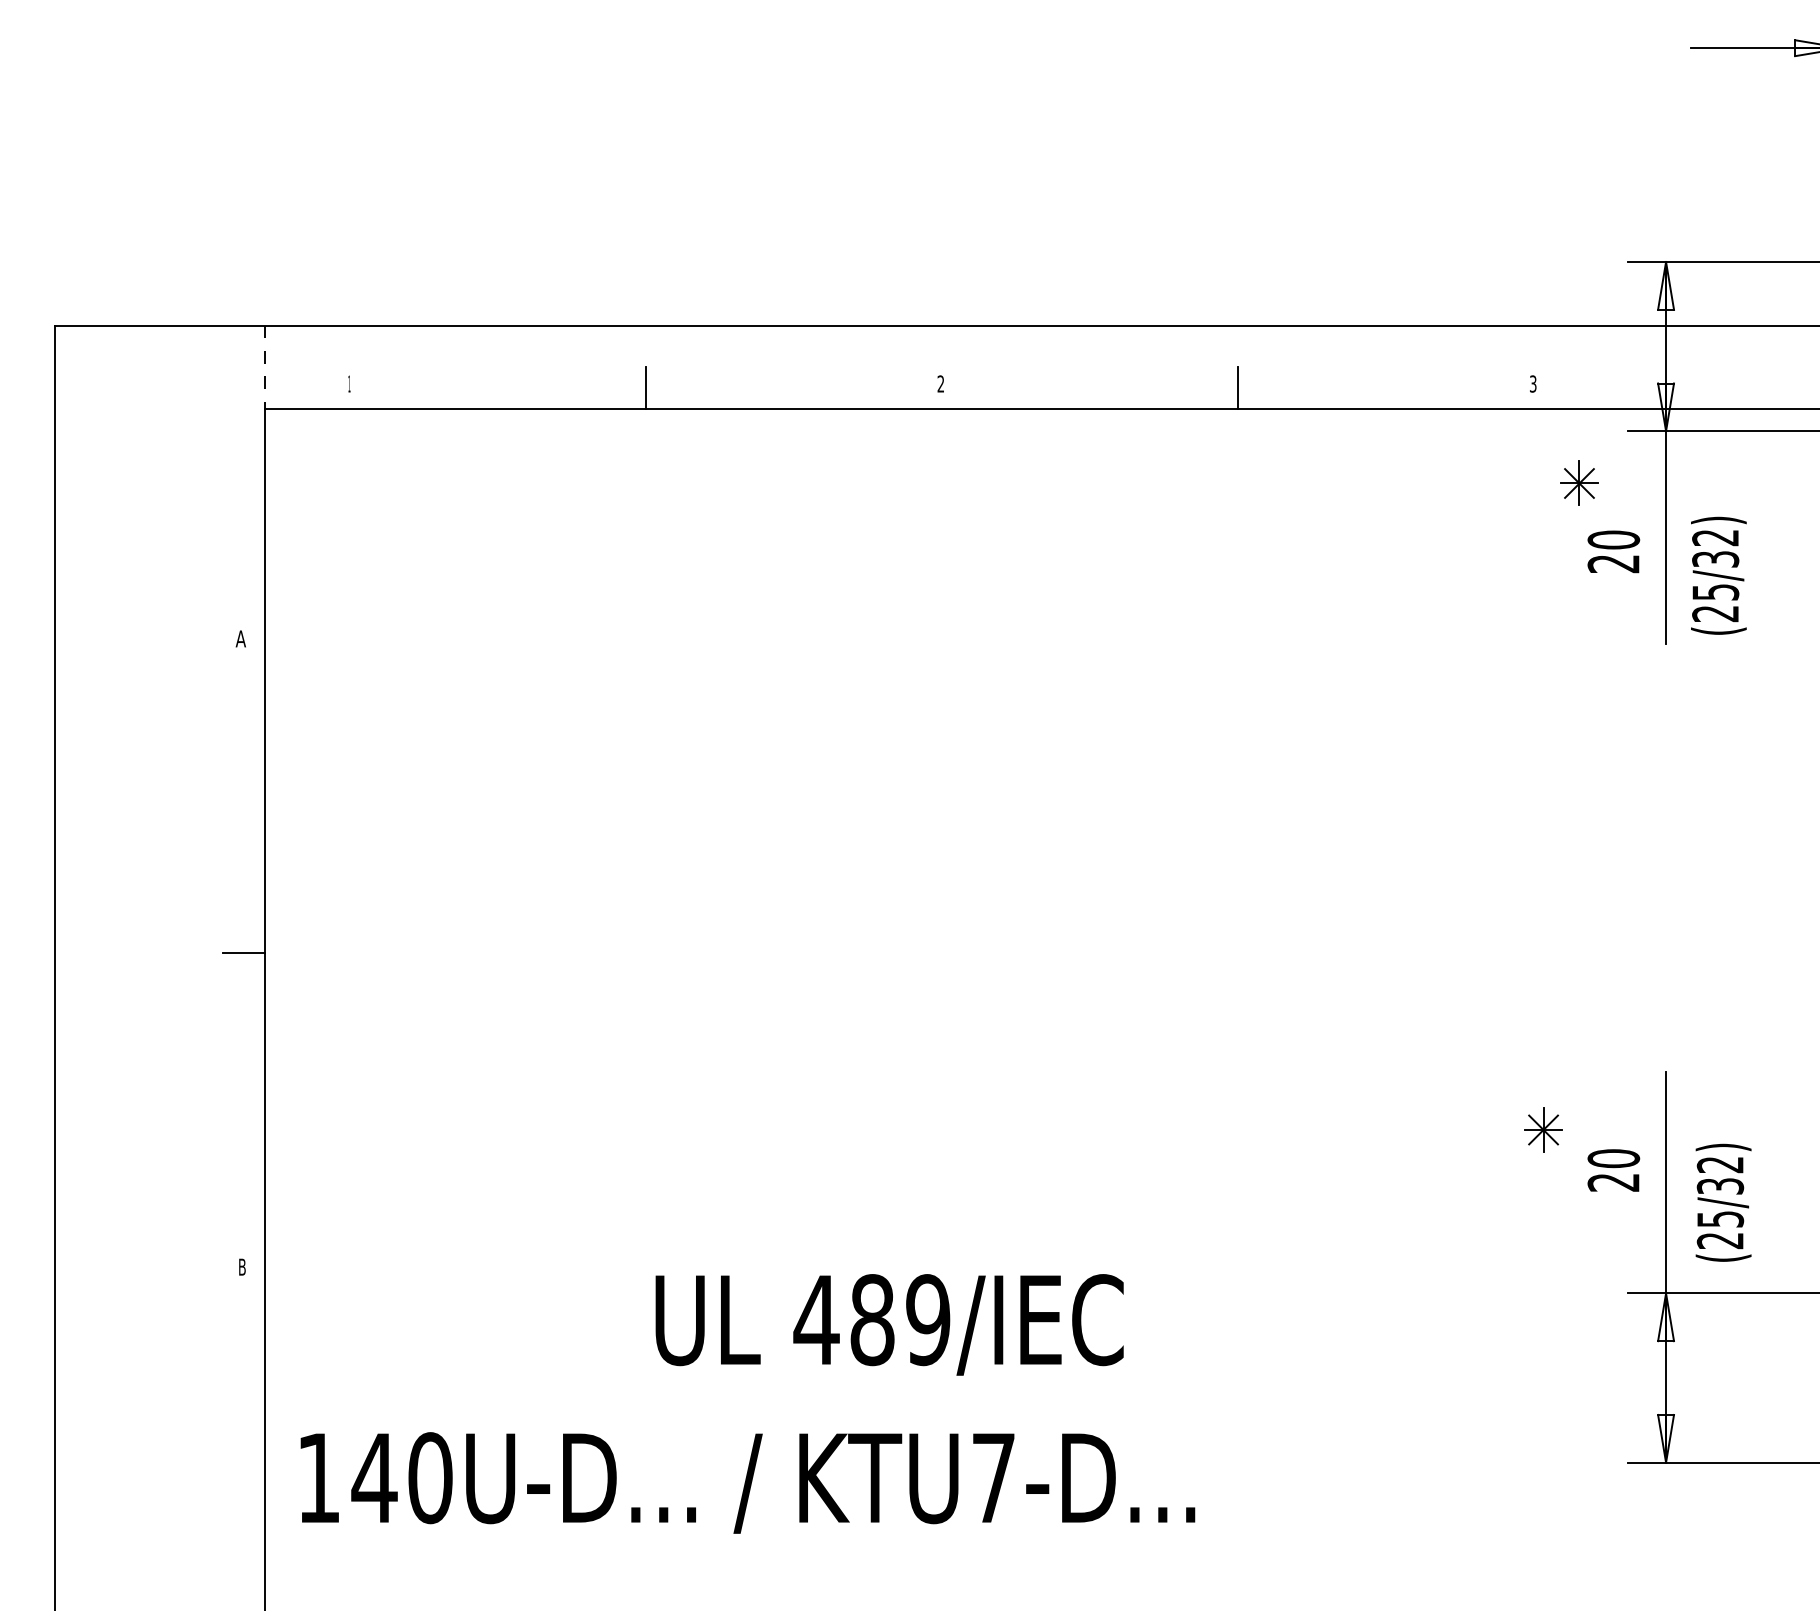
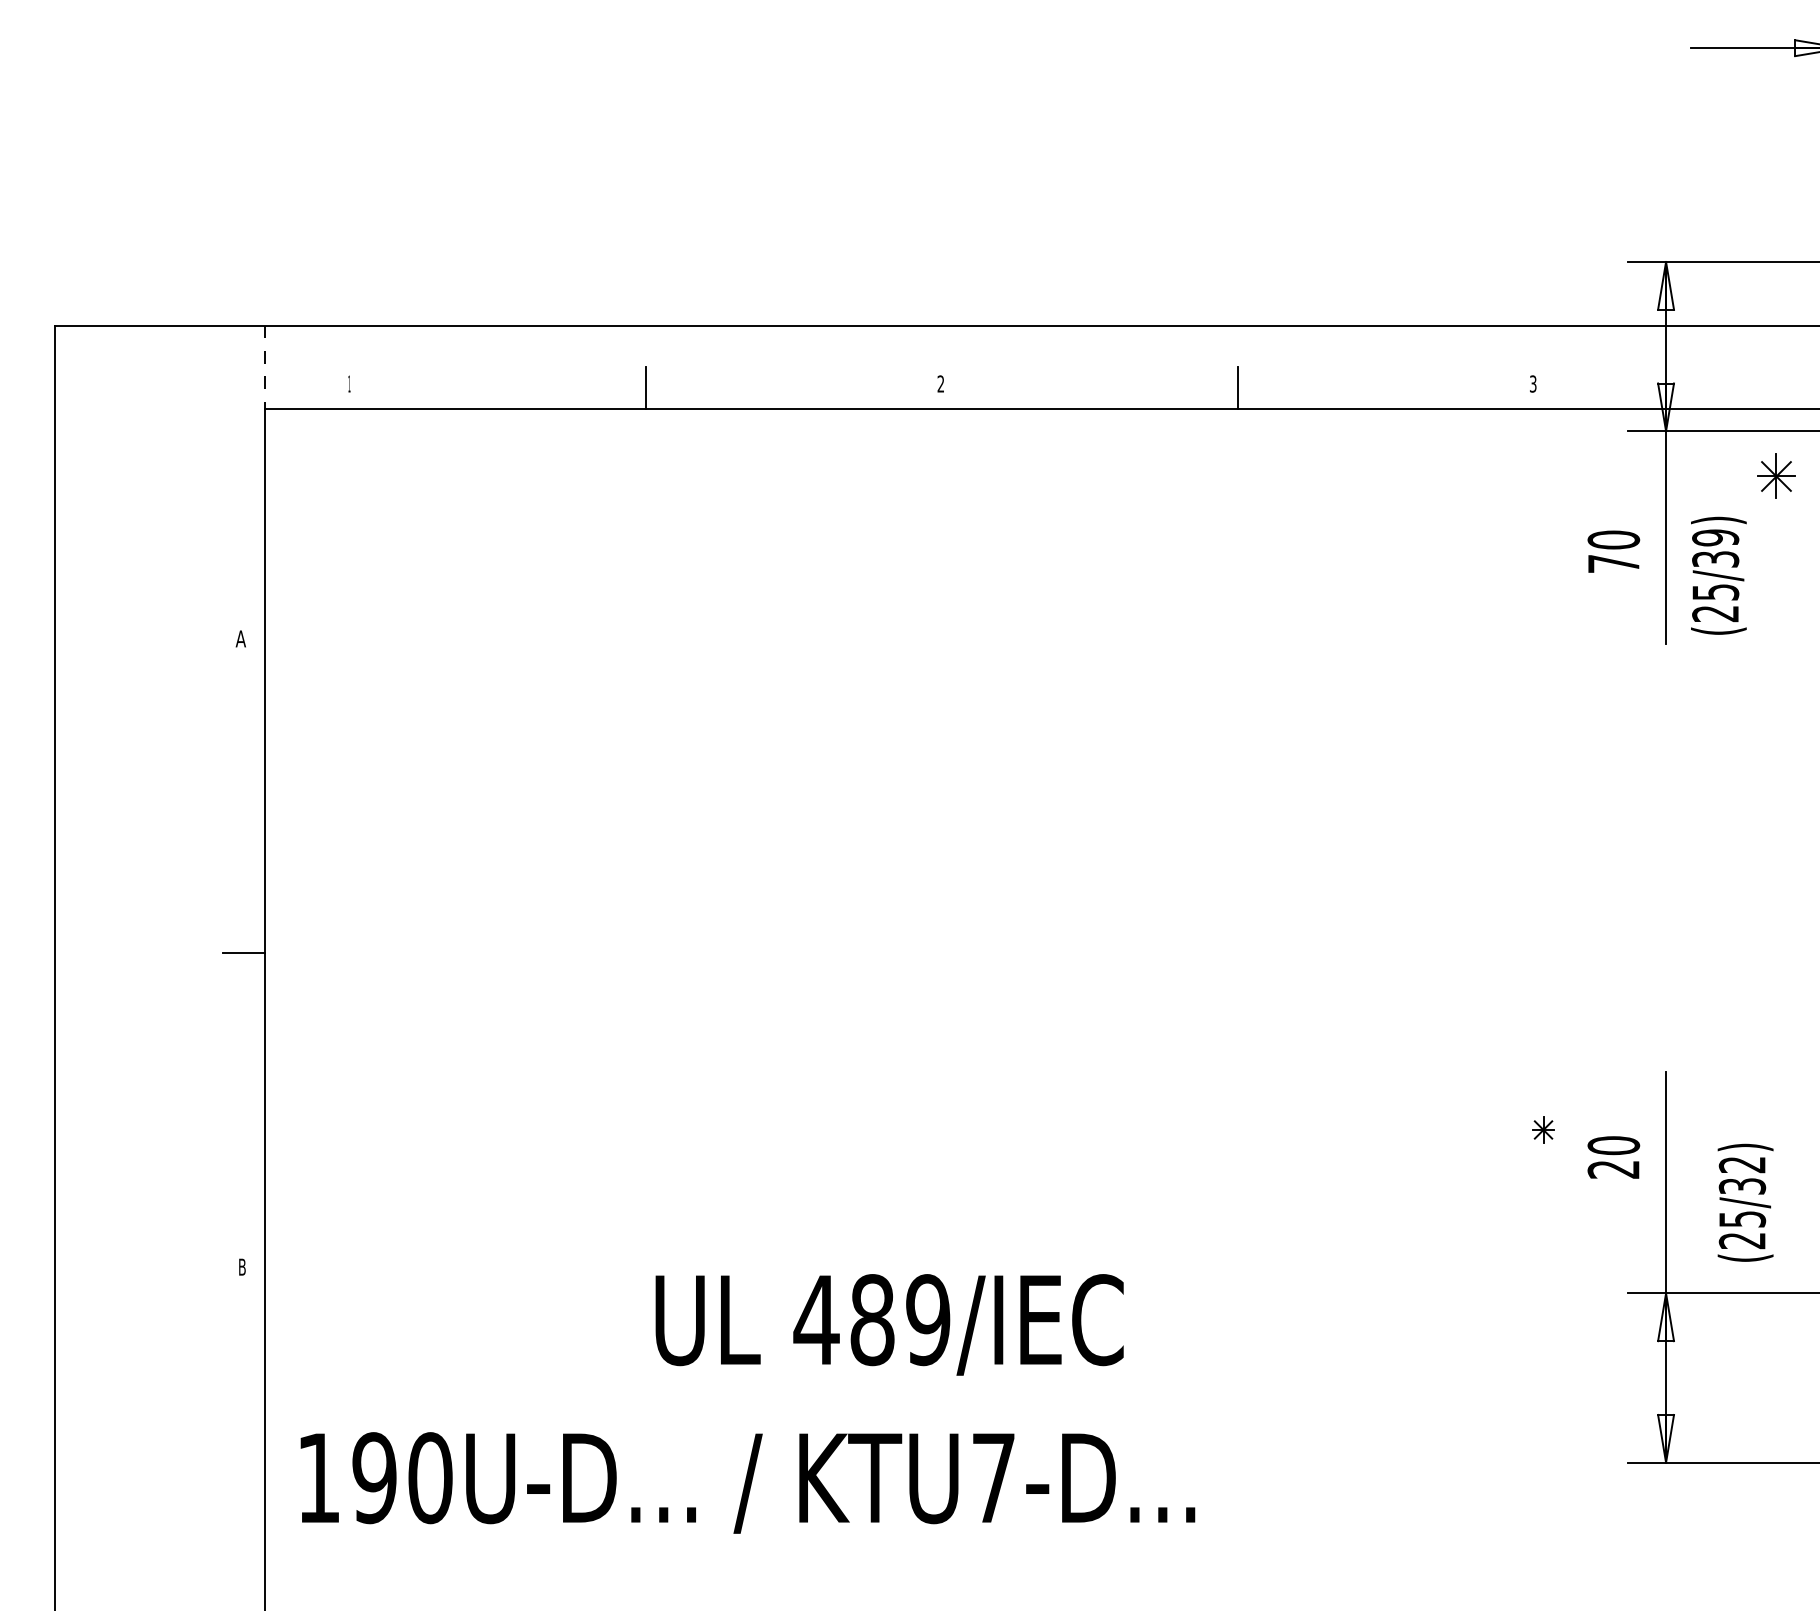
part at (1579, 482) position: (1579, 482) -> (1776, 475)
text at (1715, 537): (25/32) -> (25/39)
text at (1613, 564): 20 -> 70
part at (1543, 1129) size: 39x46 px -> 23x28 px
text at (1613, 1170) position: (1613, 1170) -> (1613, 1157)
text at (1723, 1202) position: (1723, 1202) -> (1745, 1202)
text at (374, 1478): 140U-D... -> 190U-D...
